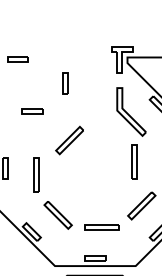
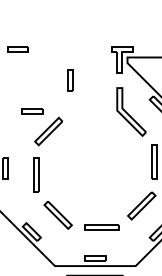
part at (17, 59) position: (17, 59) -> (17, 49)
part at (65, 83) position: (65, 83) -> (70, 80)
part at (69, 140) position: (69, 140) -> (48, 131)
part at (134, 161) position: (134, 161) -> (154, 161)
